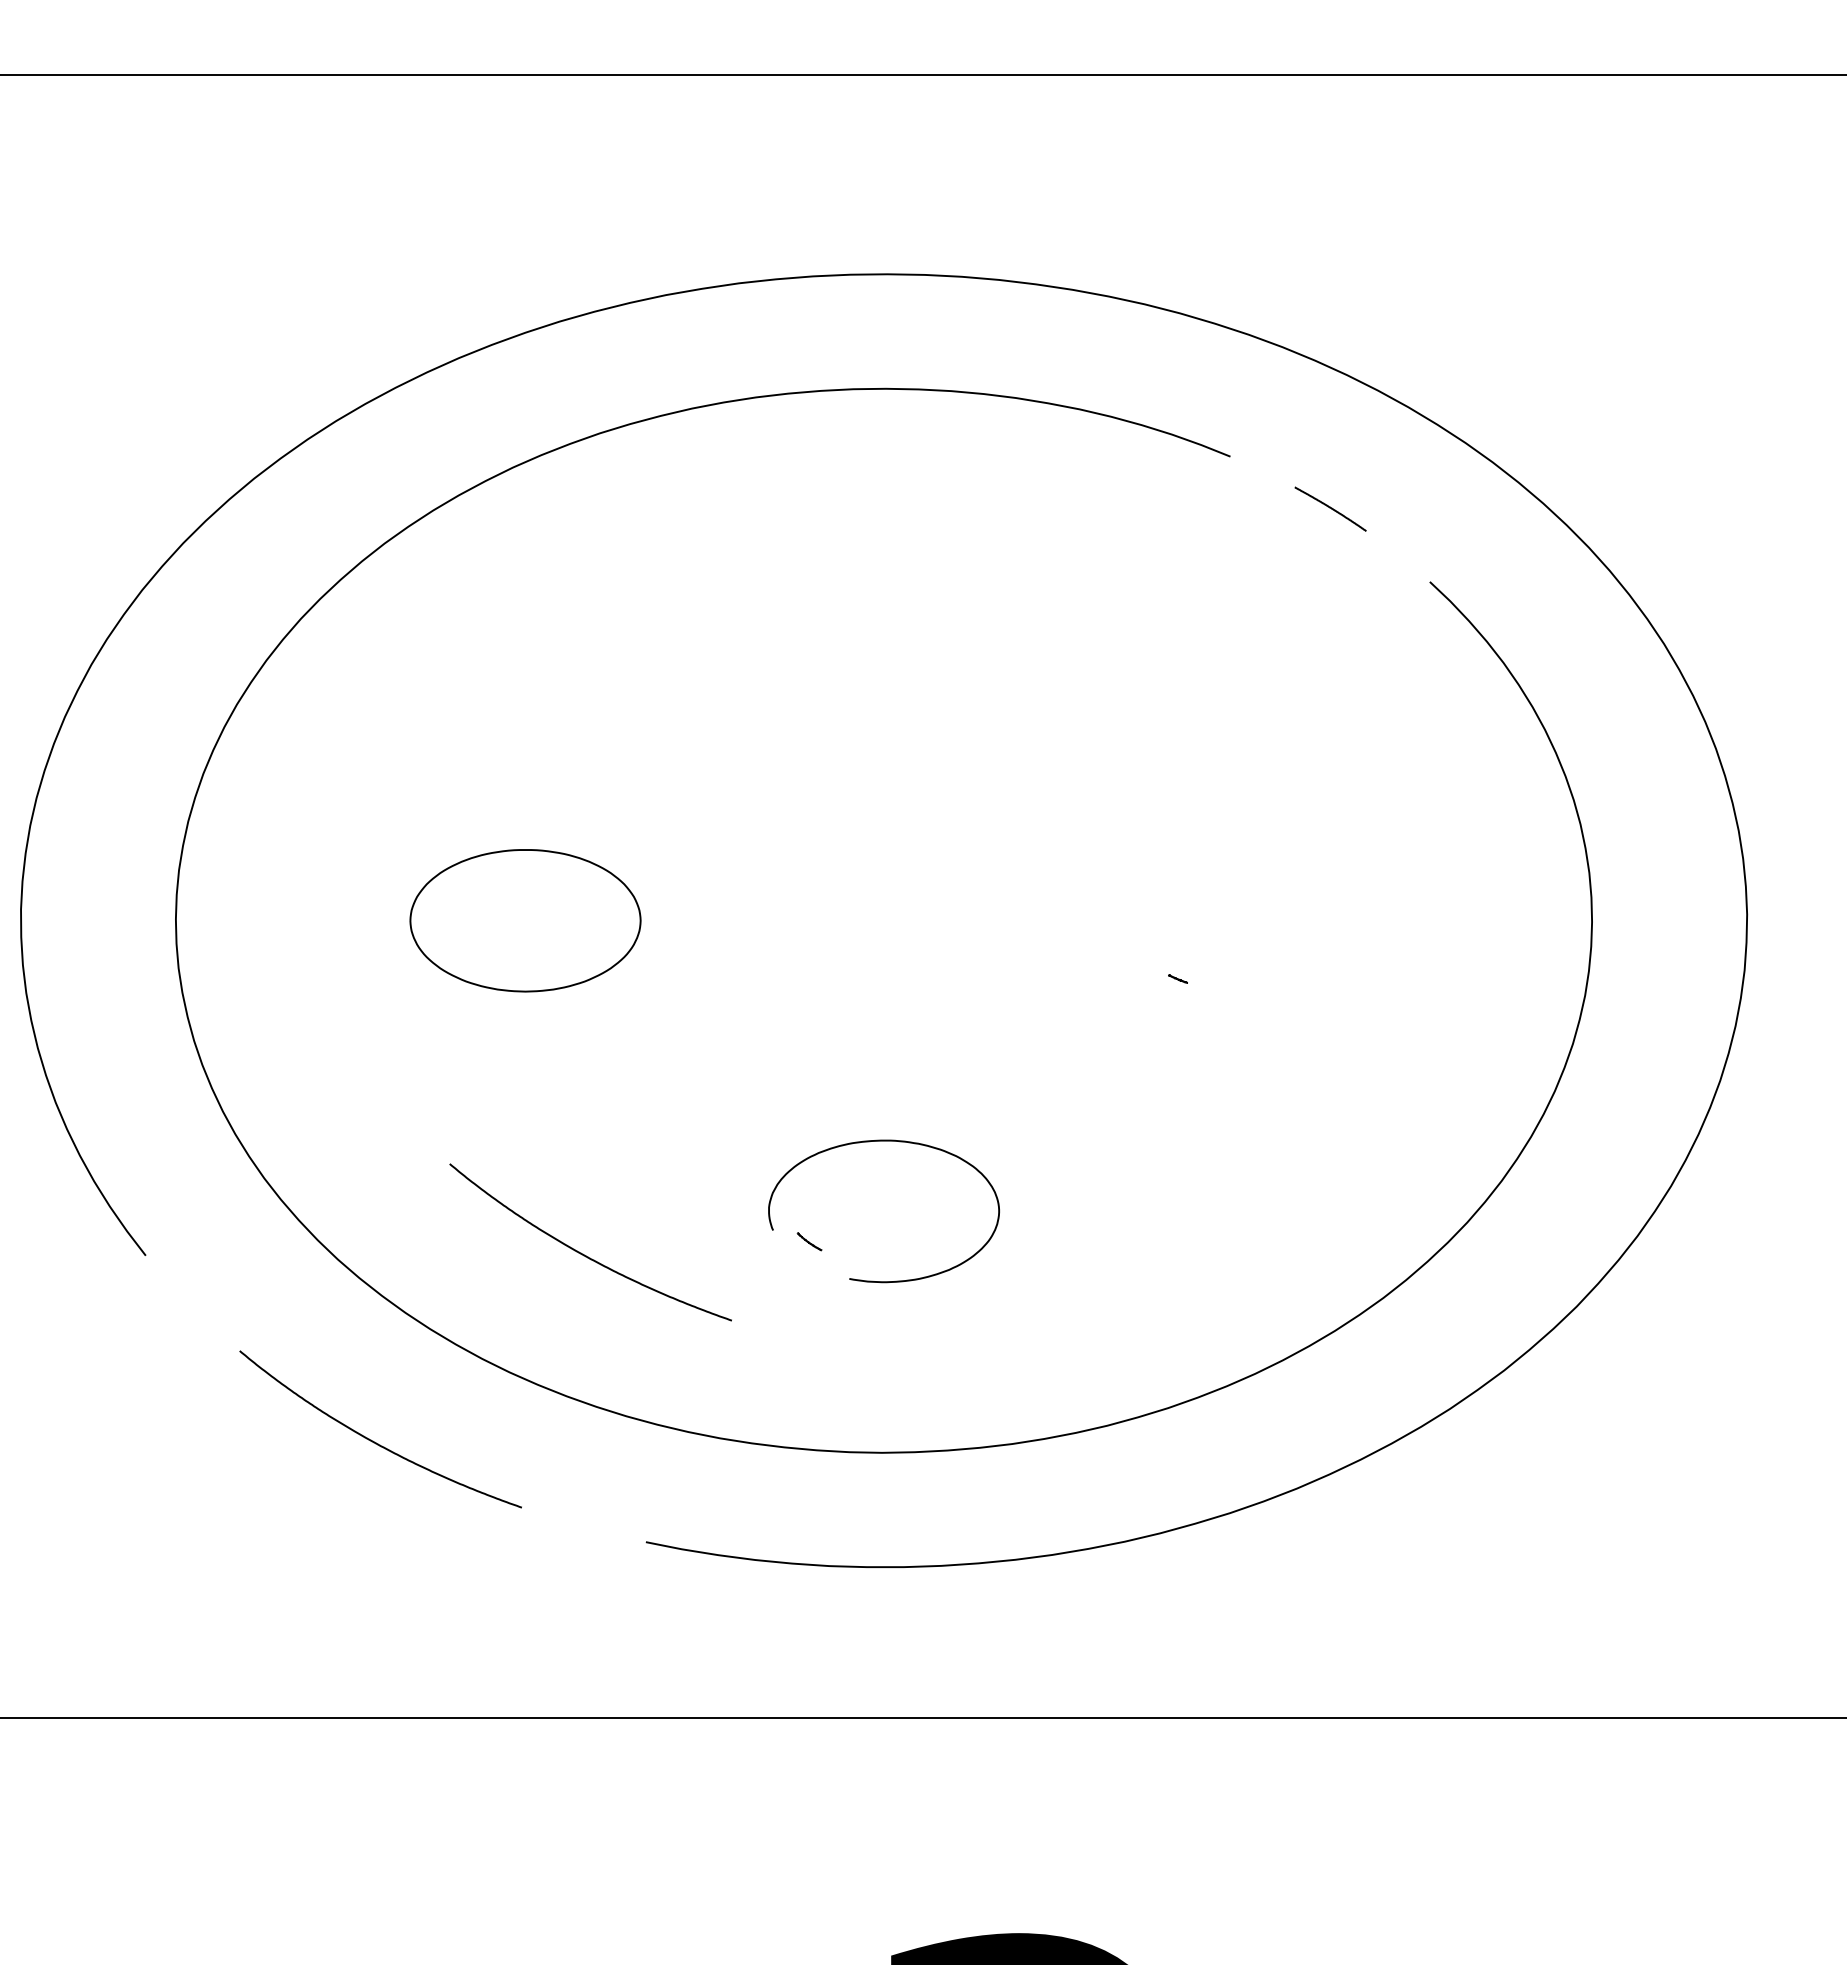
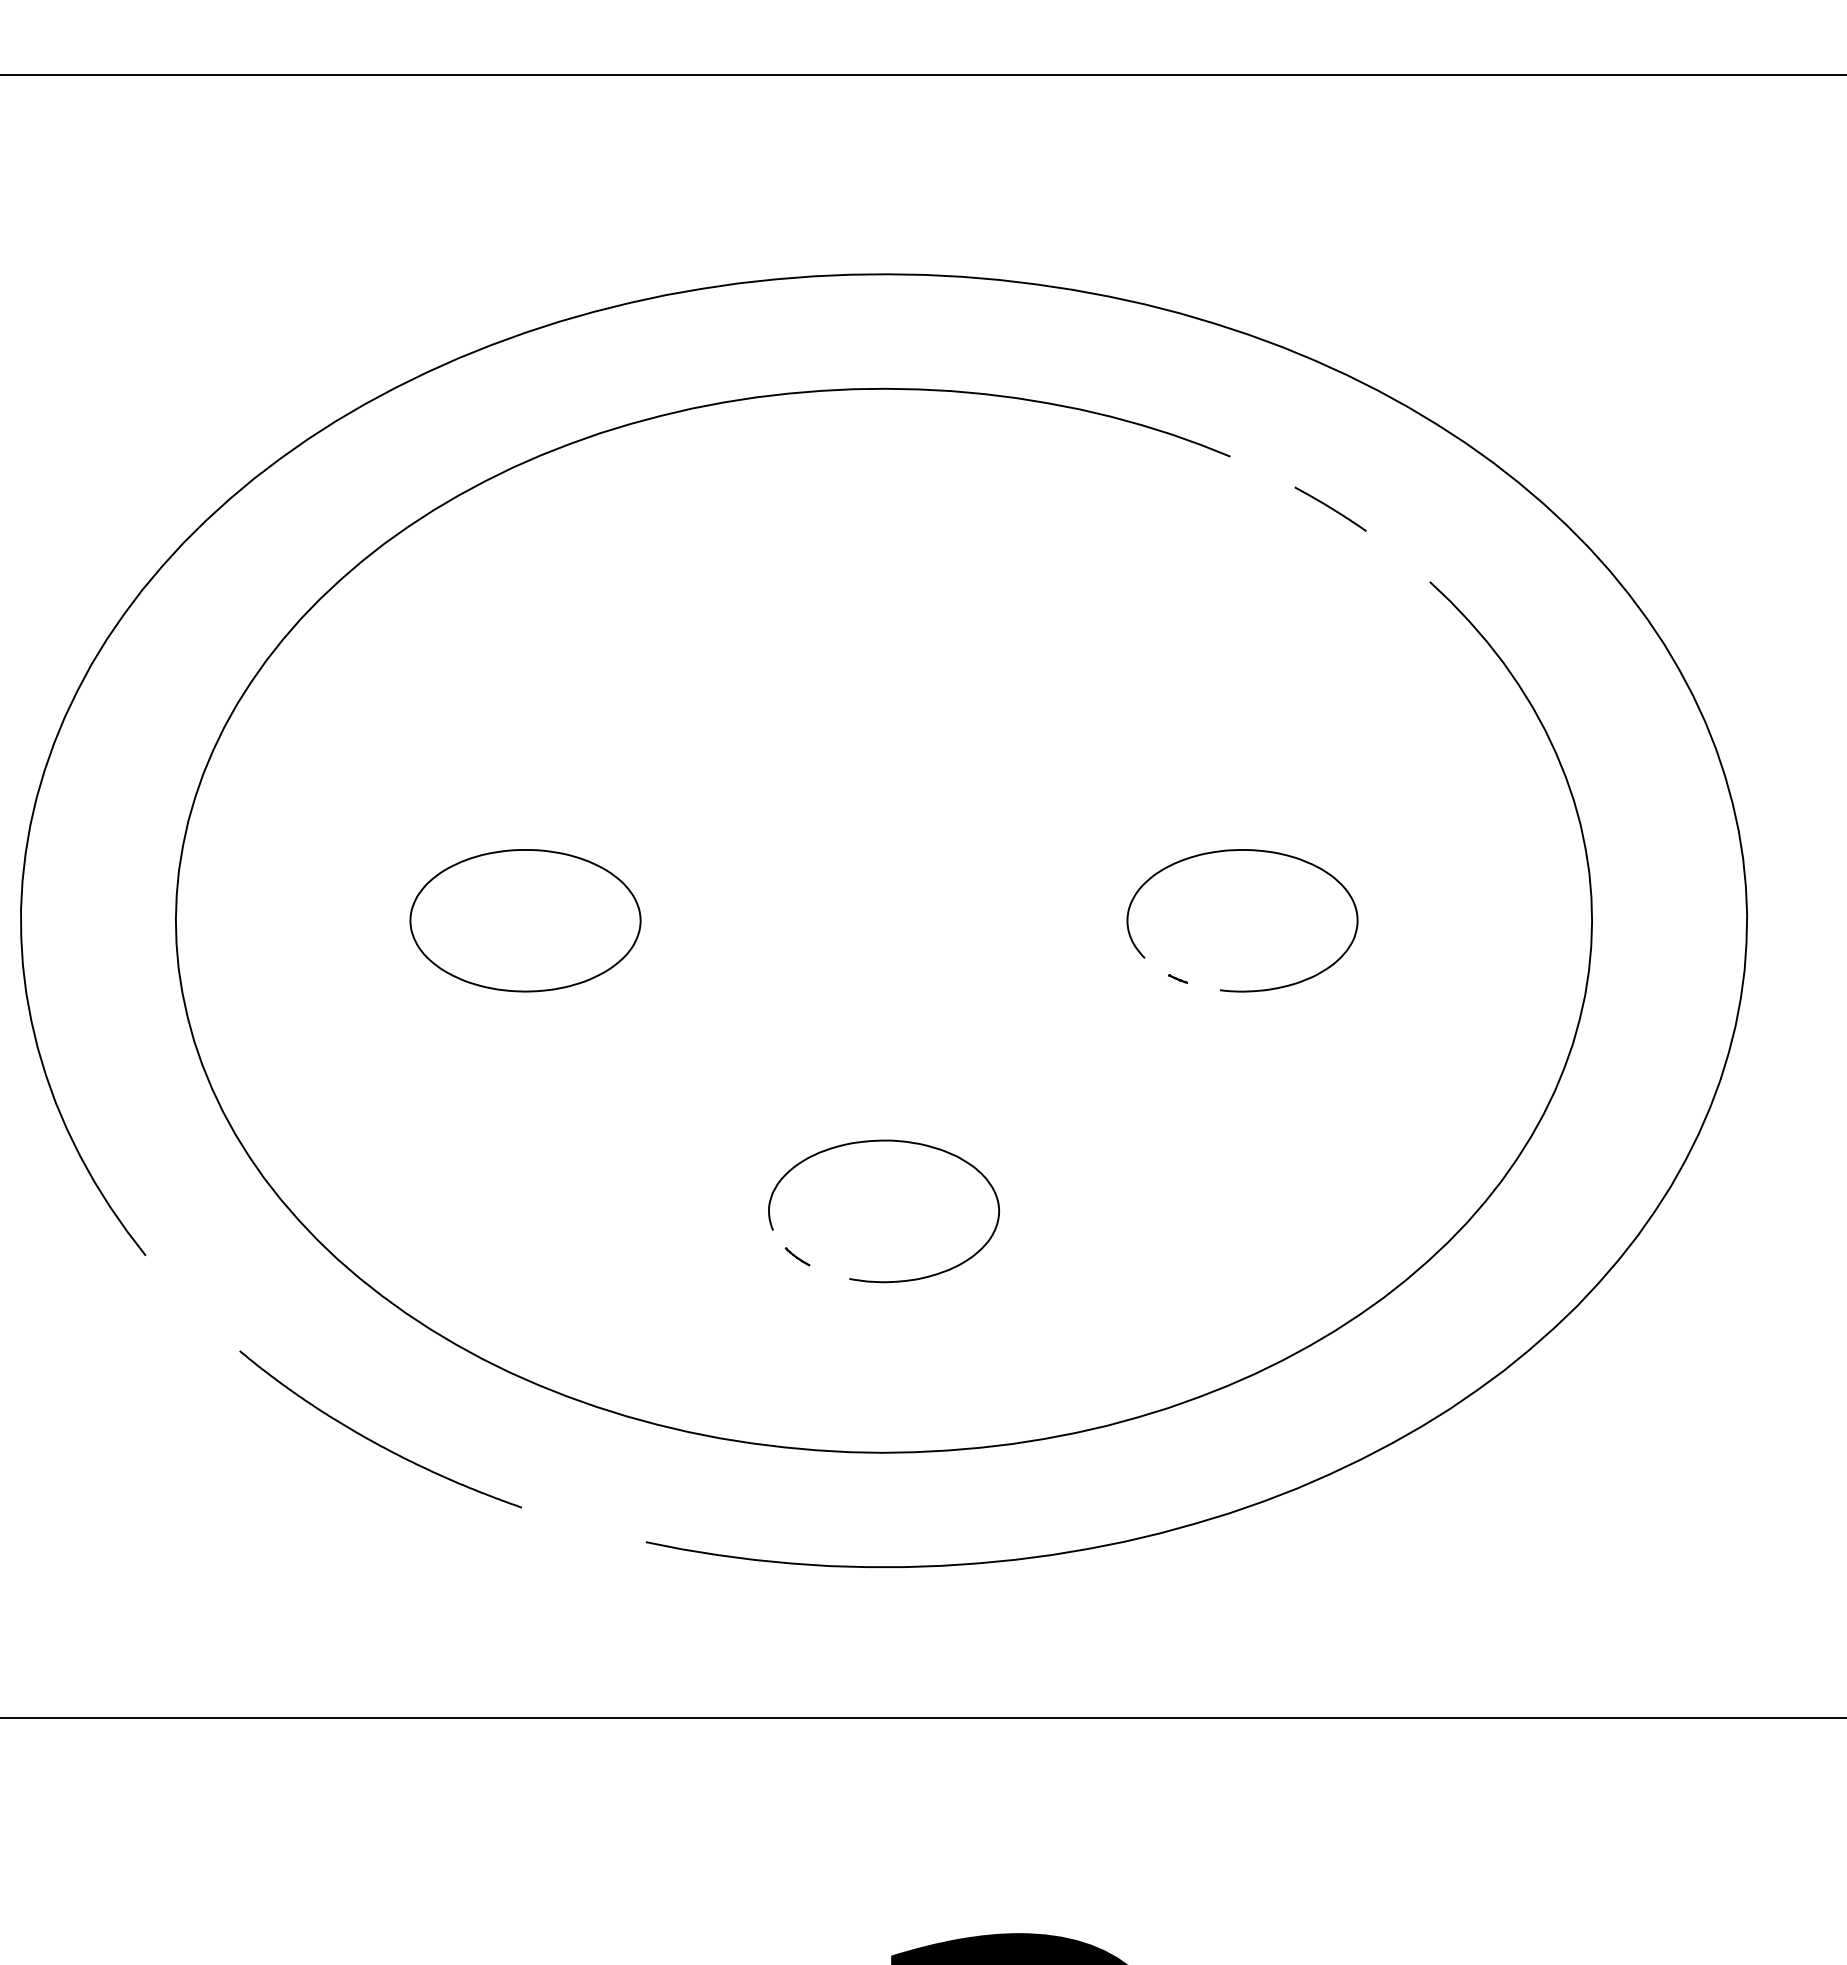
curve at (1234, 851): none -> present
line at (809, 1241) position: (809, 1241) -> (797, 1256)
curve at (584, 1254): present -> none
